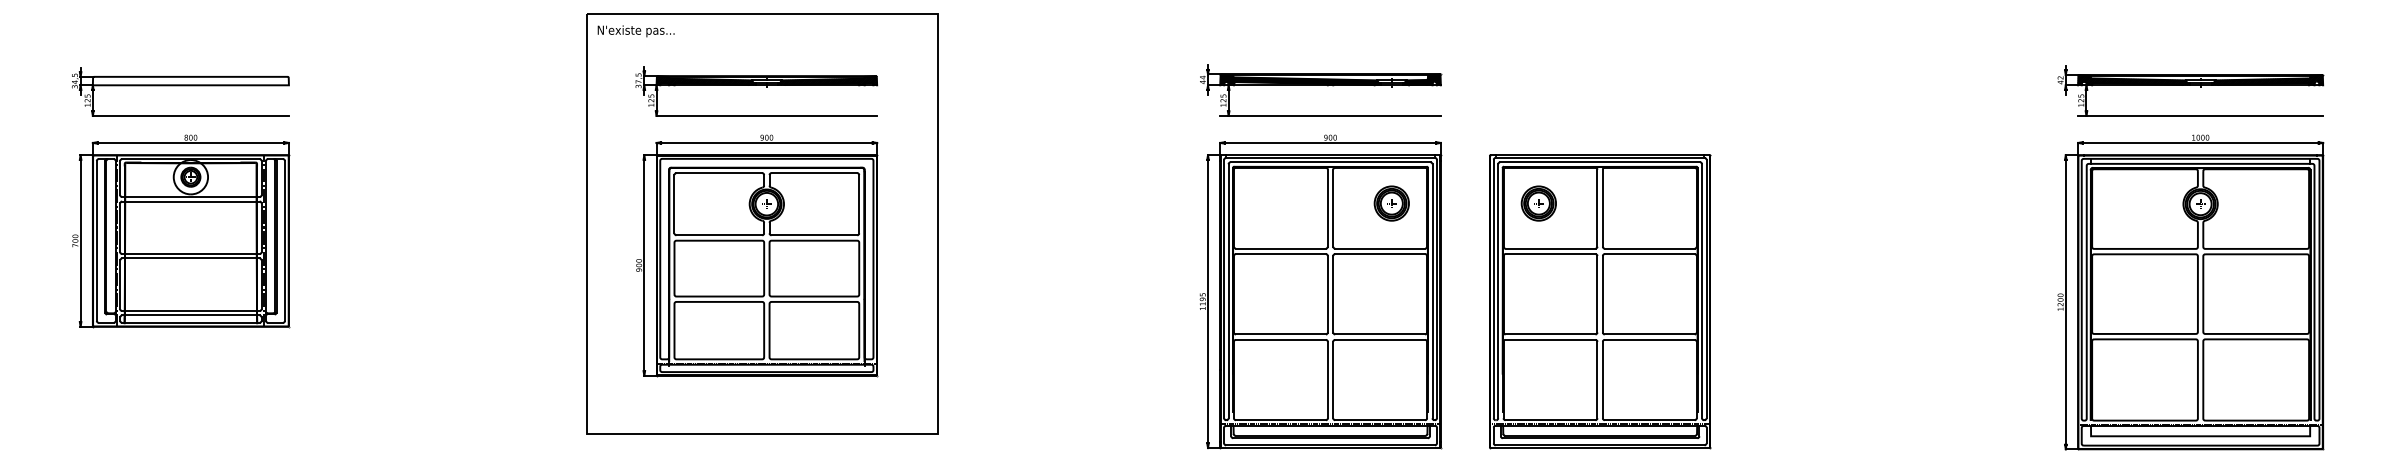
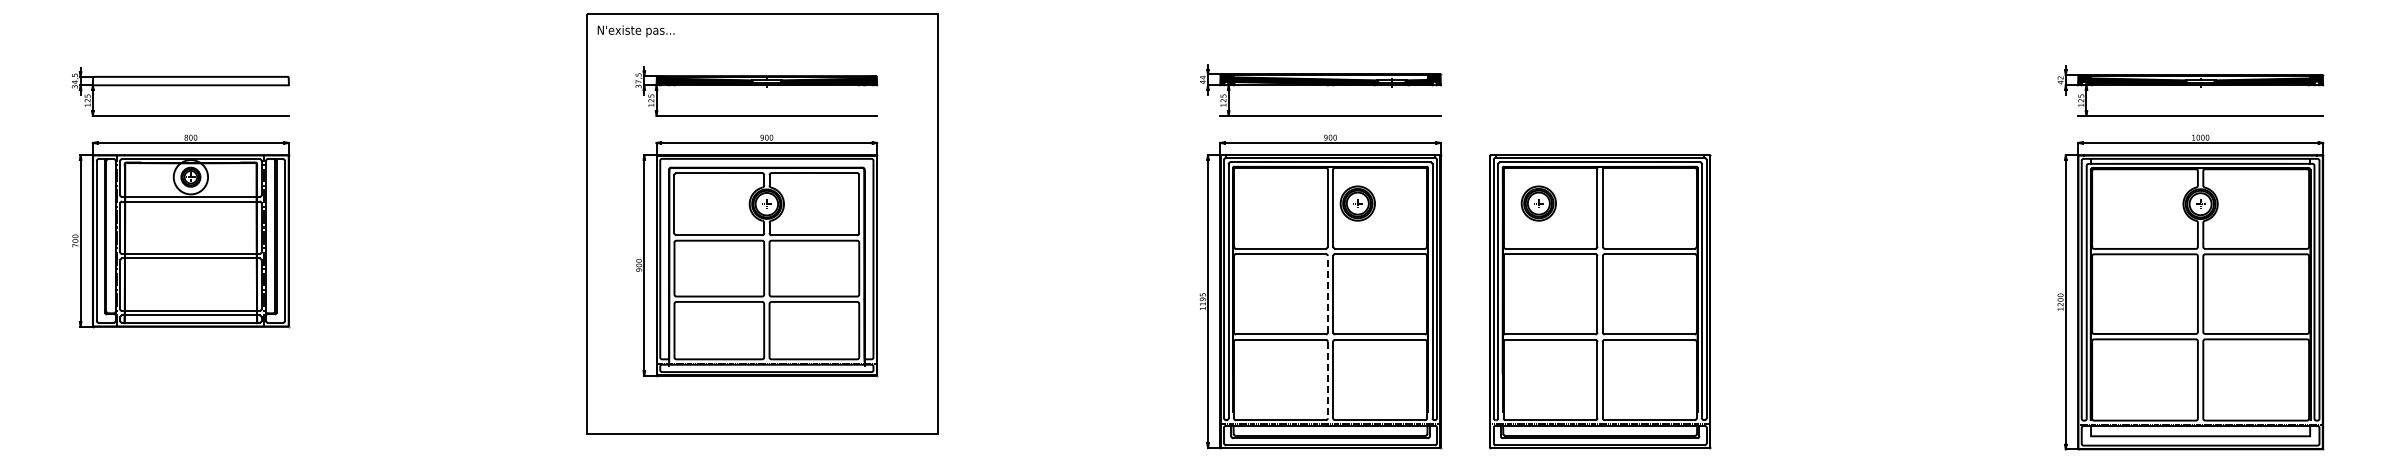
part at (1391, 203) position: (1391, 203) -> (1357, 203)
line at (1327, 293): solid -> dashed
line at (1327, 380): solid -> dashed
